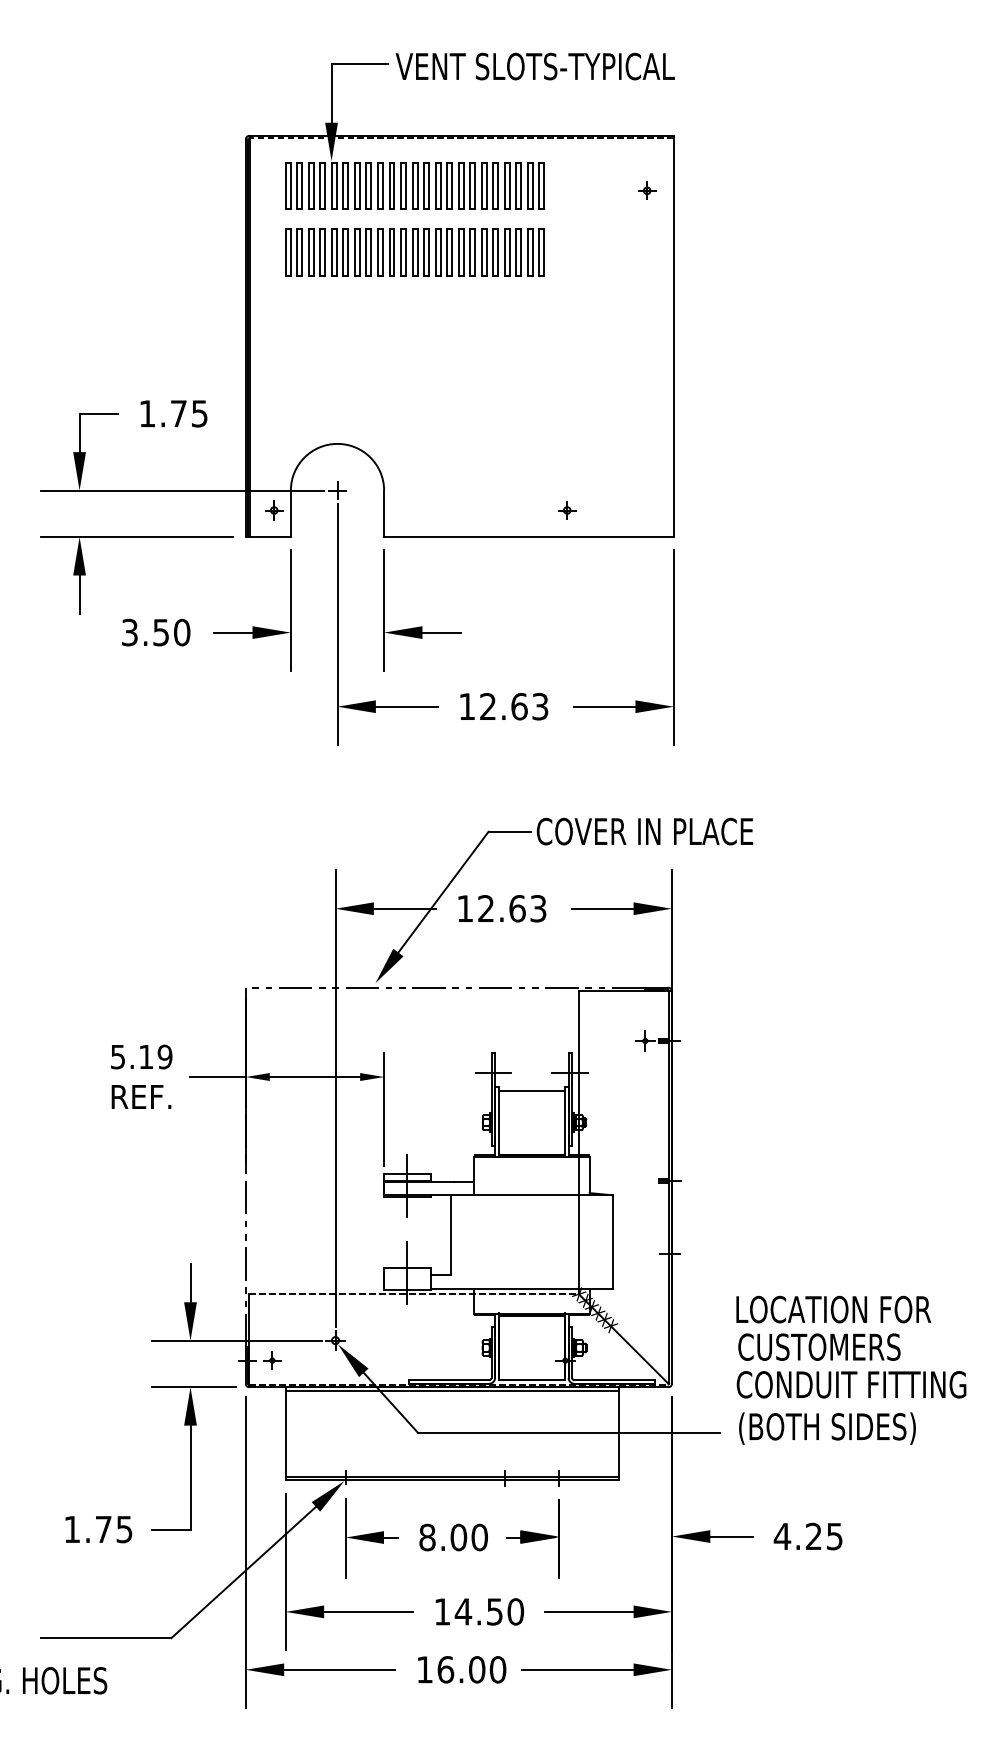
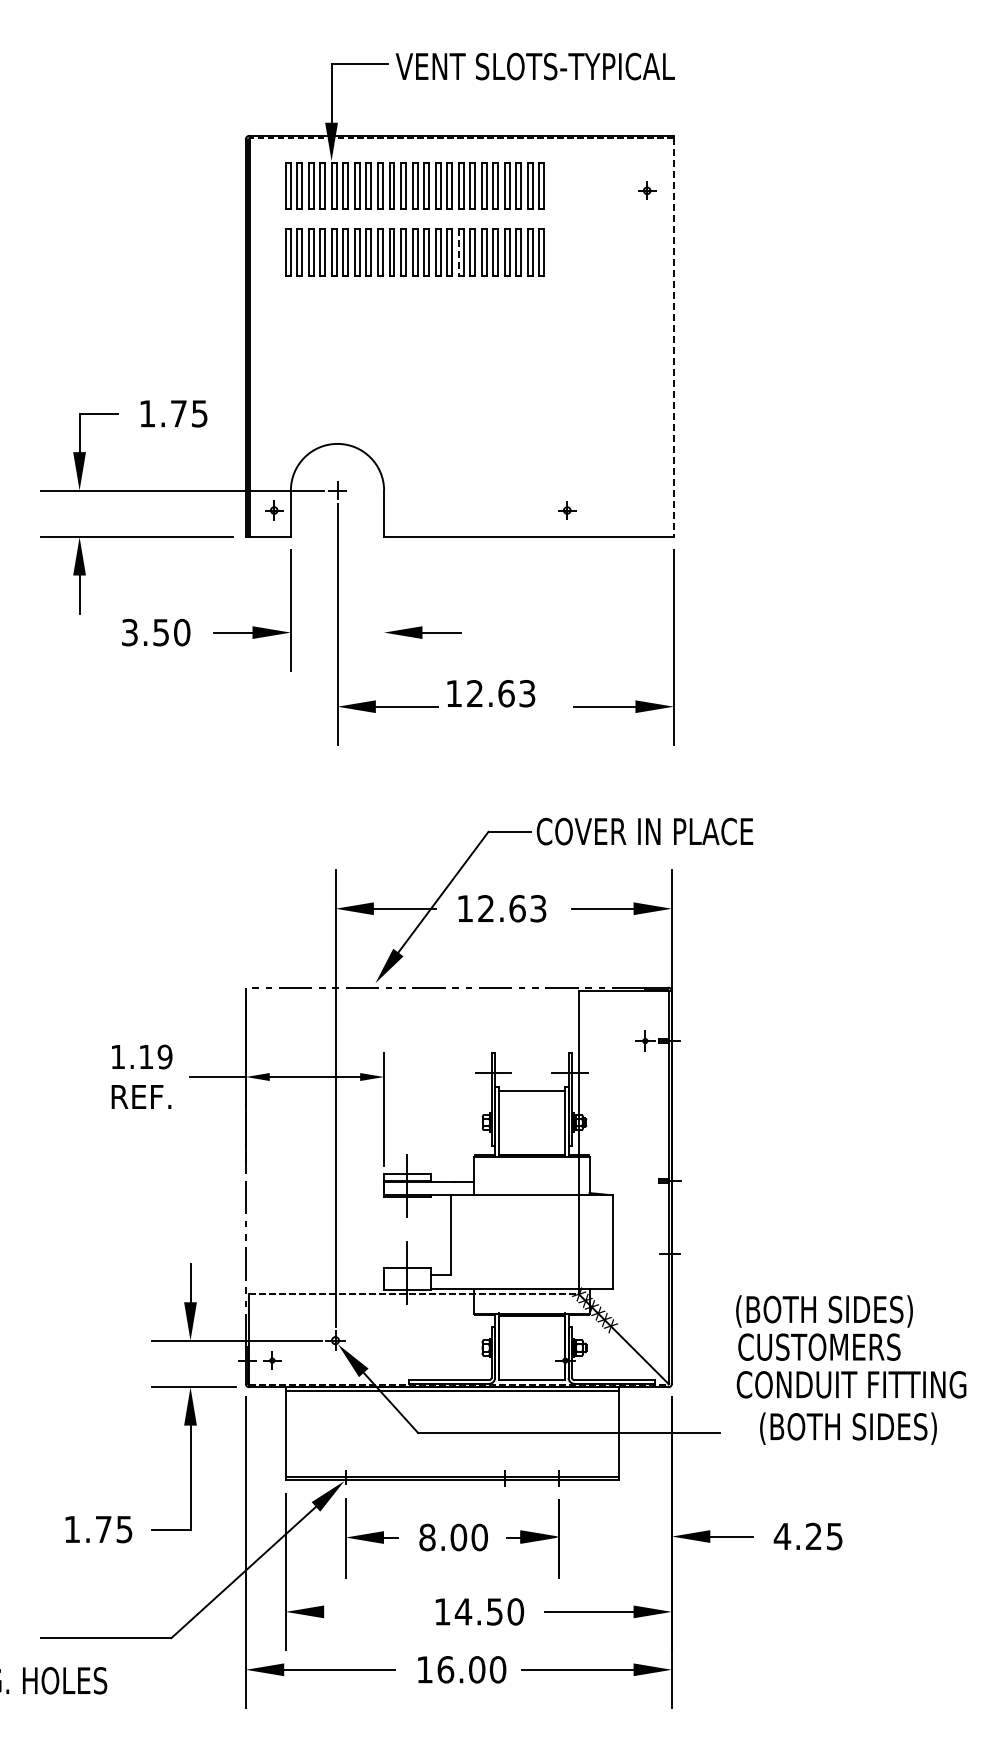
line at (458, 252): solid -> dashed
line at (673, 337): solid -> dashed
line at (384, 610): present -> none
text at (504, 706) position: (504, 706) -> (491, 693)
text at (117, 1057): 5.19 -> 1.19
text at (833, 1311): LOCATION FOR -> (BOTH SIDES)
text at (827, 1428) position: (827, 1428) -> (848, 1428)
line at (368, 1611): present -> none
